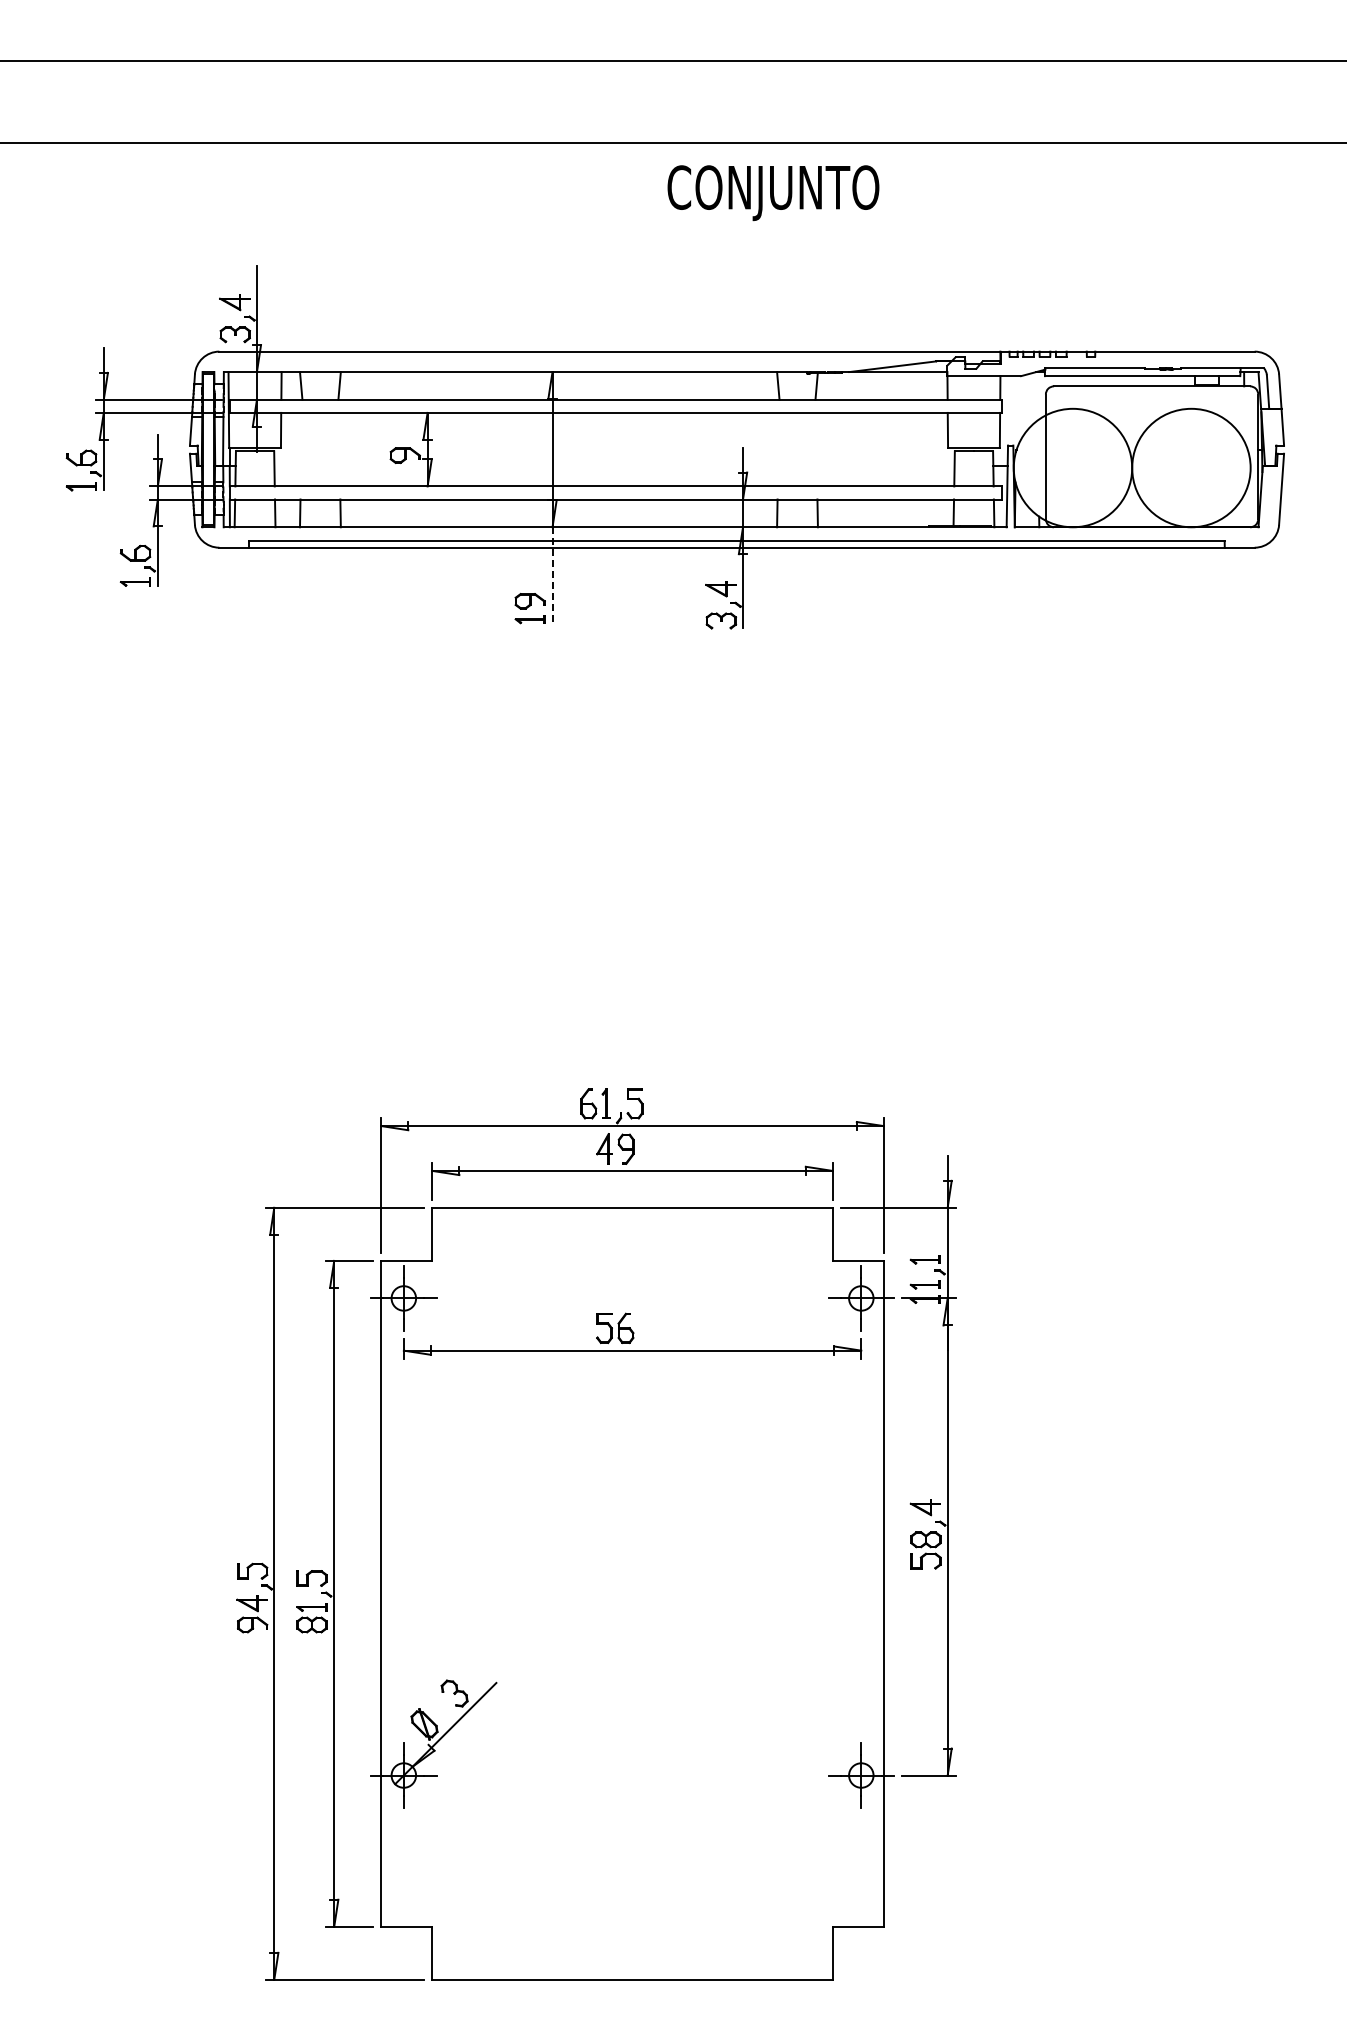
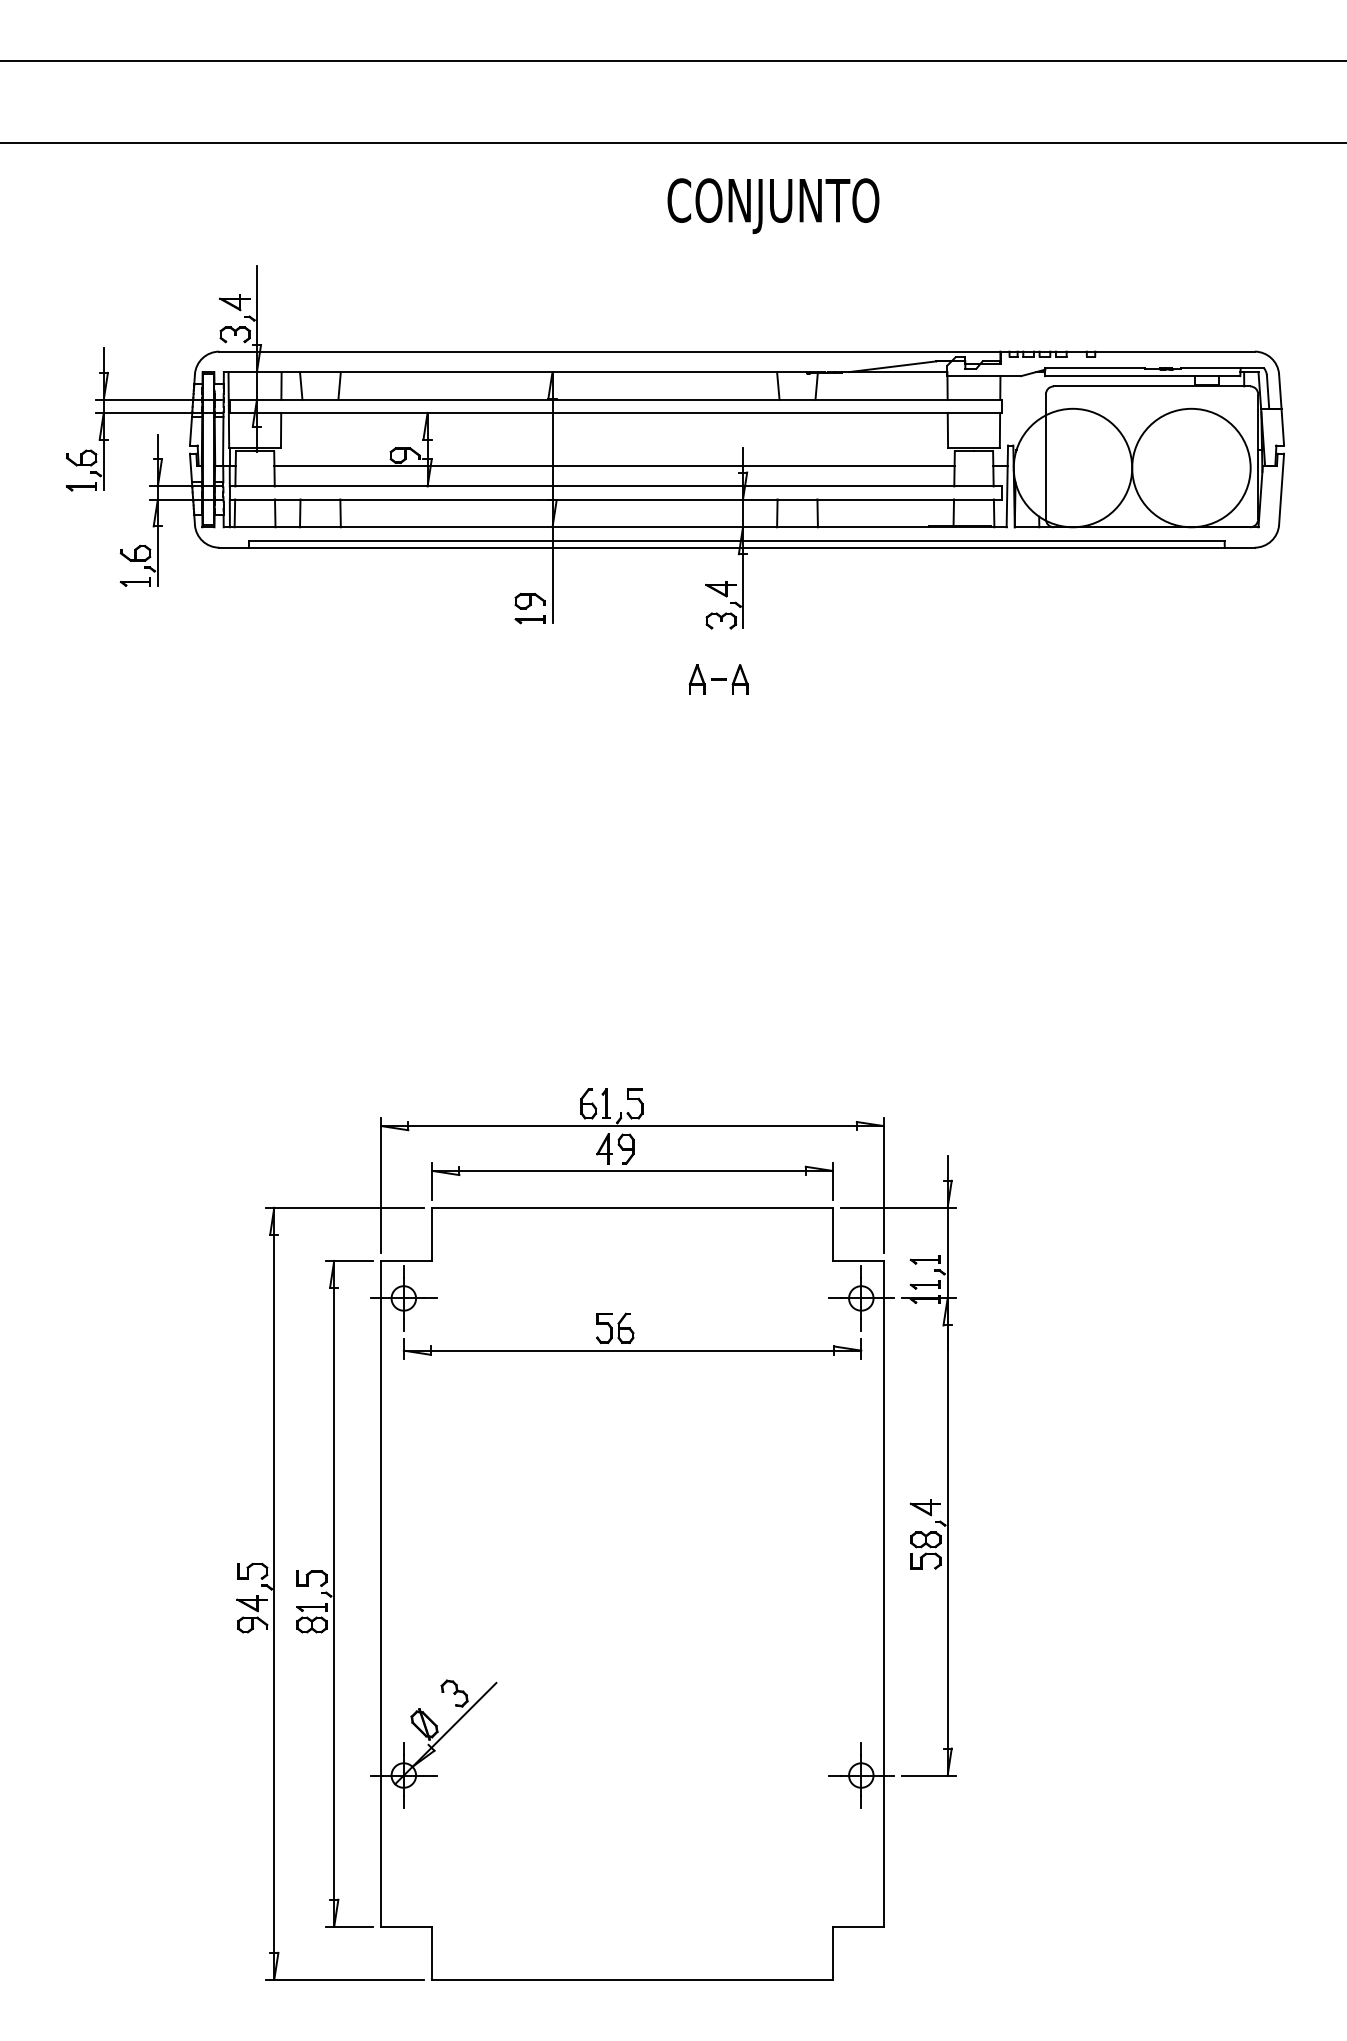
text at (773, 193) position: (773, 193) -> (773, 206)
line at (614, 466): none -> present
line at (552, 575): dashed -> solid
part at (718, 679): none -> present
